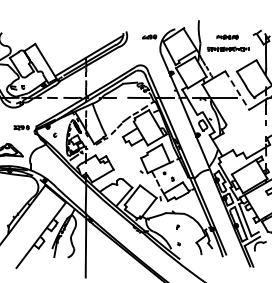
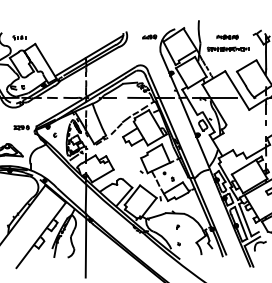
part at (19, 37): none -> present
line at (237, 90): dashed -> solid
